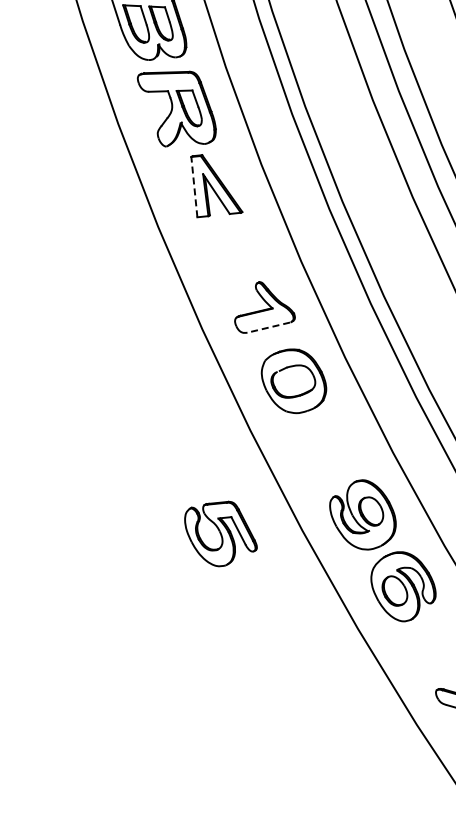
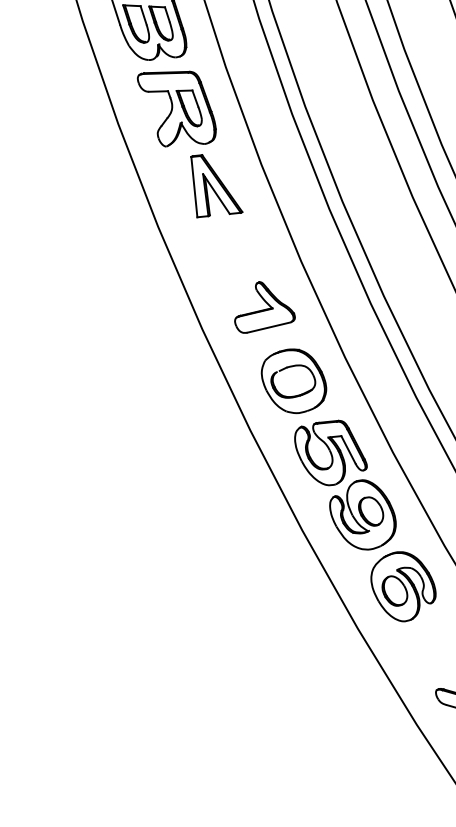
line at (194, 186): dashed -> solid
line at (268, 327): dashed -> solid
part at (220, 533) position: (220, 533) -> (330, 452)
